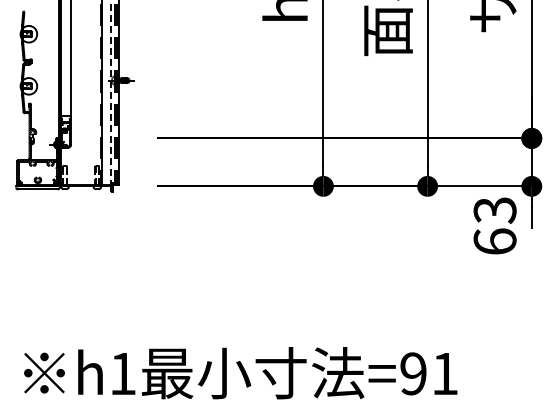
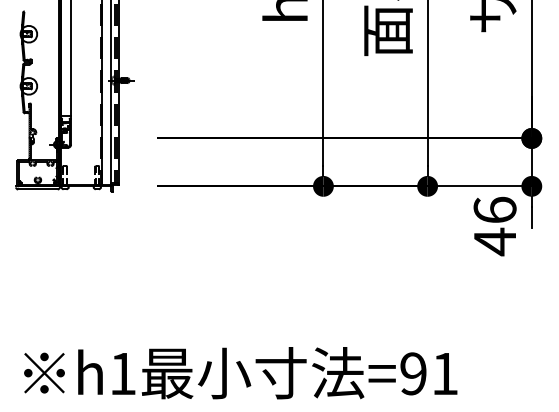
line at (110, 92): dashed -> solid
text at (494, 226): 63 -> 46
